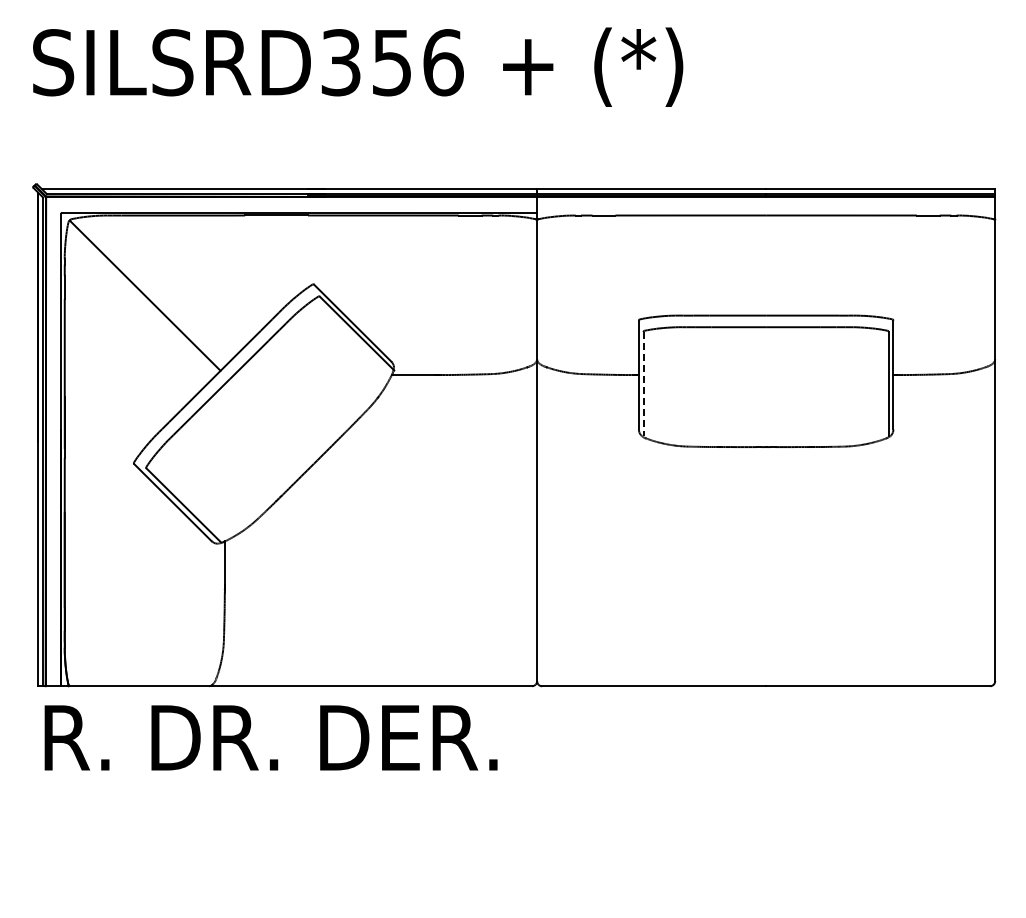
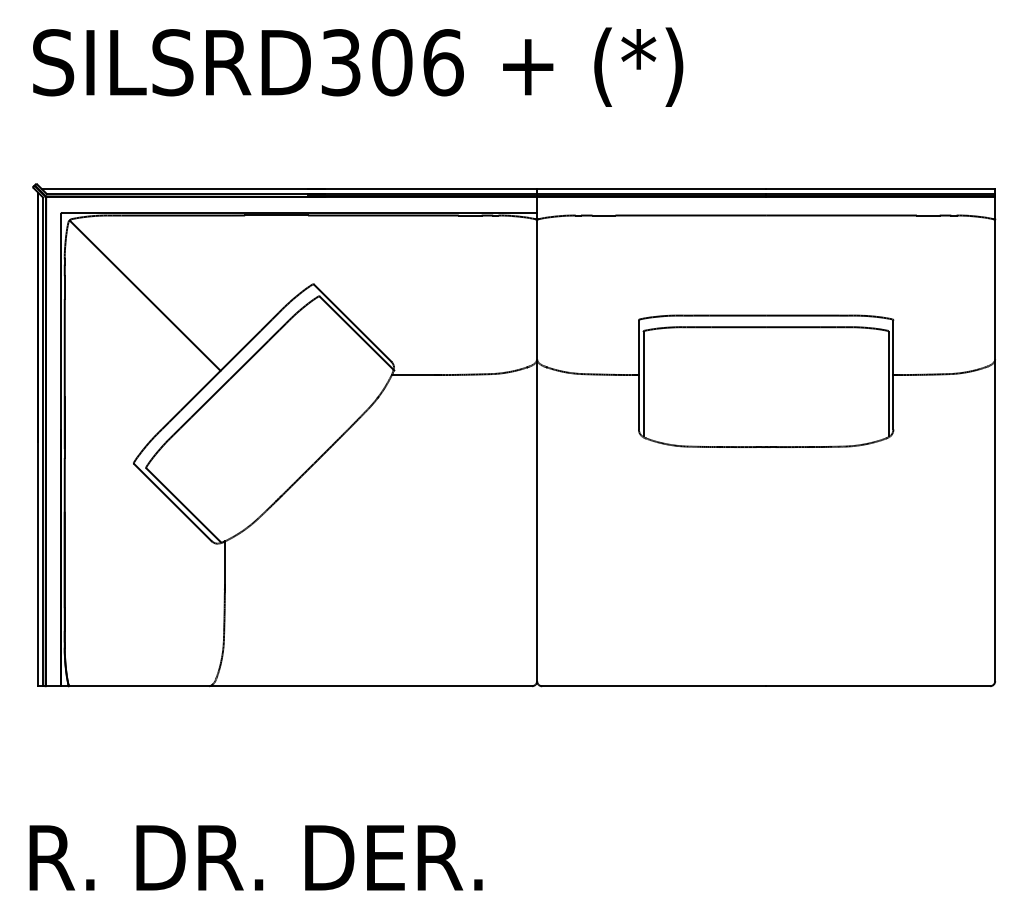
text at (392, 62): SILSRD356 -> SILSRD306
line at (643, 384): dashed -> solid
text at (270, 737) position: (270, 737) -> (255, 857)
